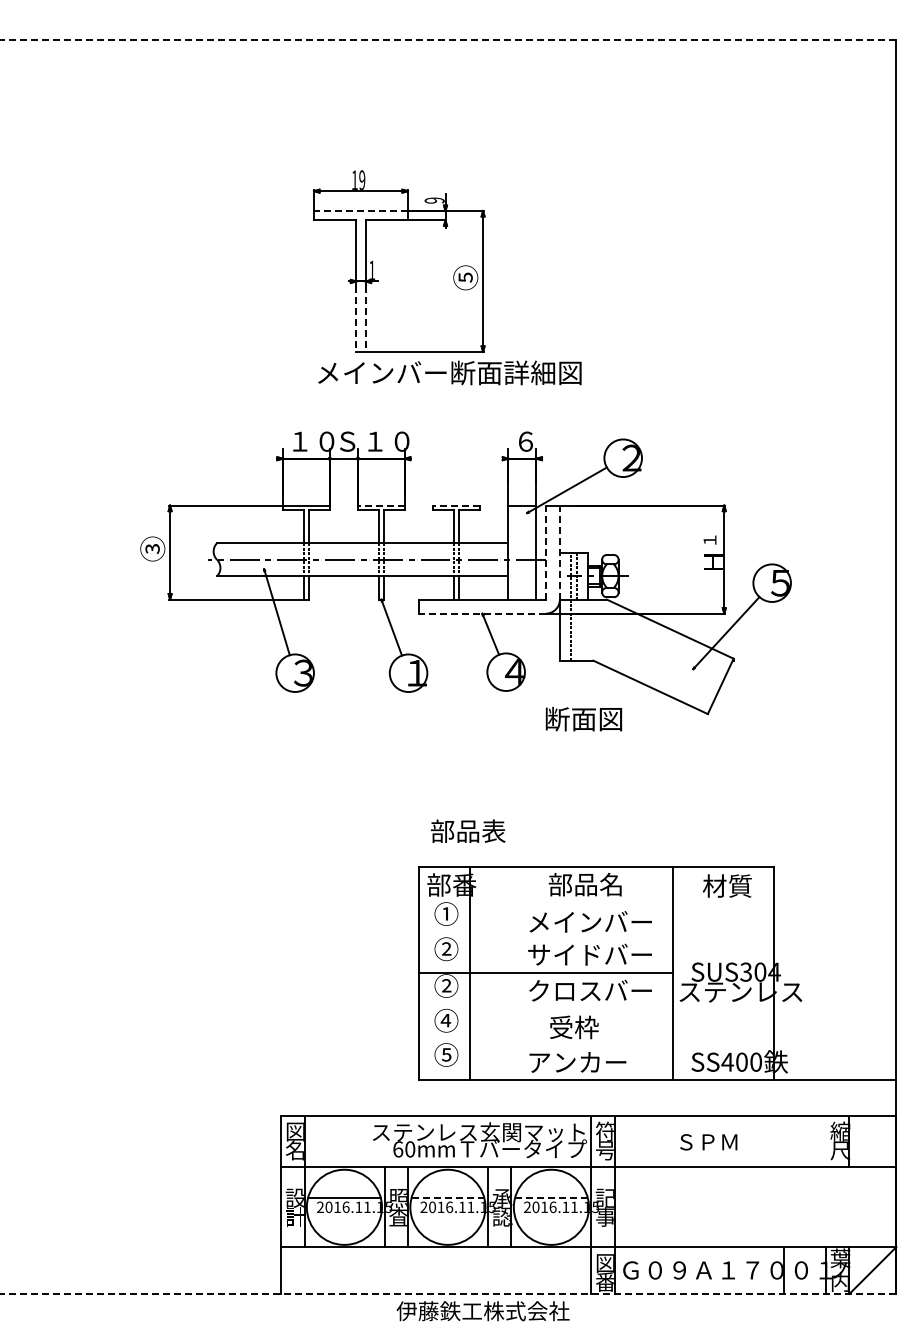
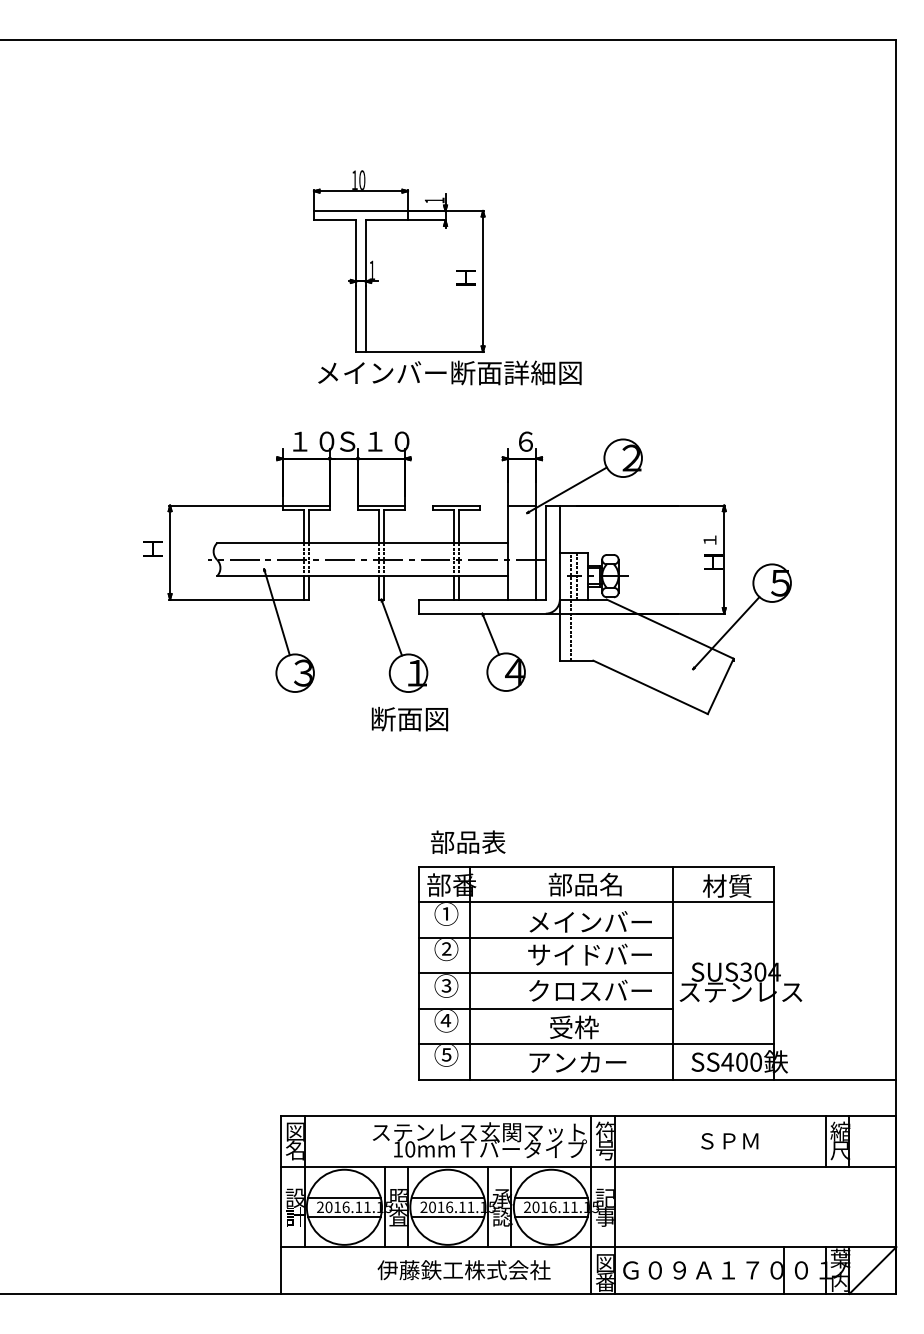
line at (448, 40): dashed -> solid
text at (362, 179): 19 -> 10
text at (434, 200): 9 -> 1
line at (361, 210): dashed -> solid
text at (465, 277): ⑤ -> Ｈ
line at (356, 319): dashed -> solid
line at (365, 319): dashed -> solid
line at (380, 505): dashed -> solid
line at (456, 505): dashed -> solid
text at (152, 548): ③ -> Ｈ
line at (545, 552): dashed -> solid
line at (559, 552): dashed -> solid
line at (481, 613): dashed -> solid
text at (583, 719) position: (583, 719) -> (409, 719)
text at (468, 830) position: (468, 830) -> (468, 841)
line at (596, 902): none -> present
line at (545, 937): none -> present
text at (446, 985): ② -> ③
line at (545, 1008): none -> present
line at (596, 1044): none -> present
line at (825, 1141): none -> present
text at (708, 1142) position: (708, 1142) -> (729, 1141)
text at (398, 1149): 60mm -> 10mm
line at (448, 1197): dashed -> solid
line at (551, 1197): dashed -> solid
line at (344, 1216): none -> present
line at (447, 1216): none -> present
line at (551, 1216): none -> present
line at (448, 1293): dashed -> solid
text at (482, 1311) position: (482, 1311) -> (463, 1270)
